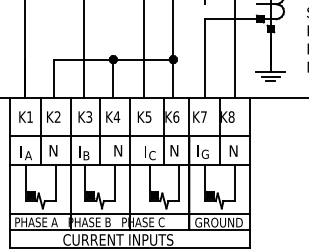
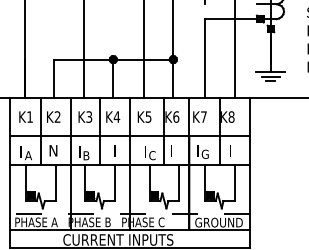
text at (118, 150): N -> I
text at (174, 150): N -> I
text at (233, 150): N -> I
line at (129, 213): solid -> dashed
